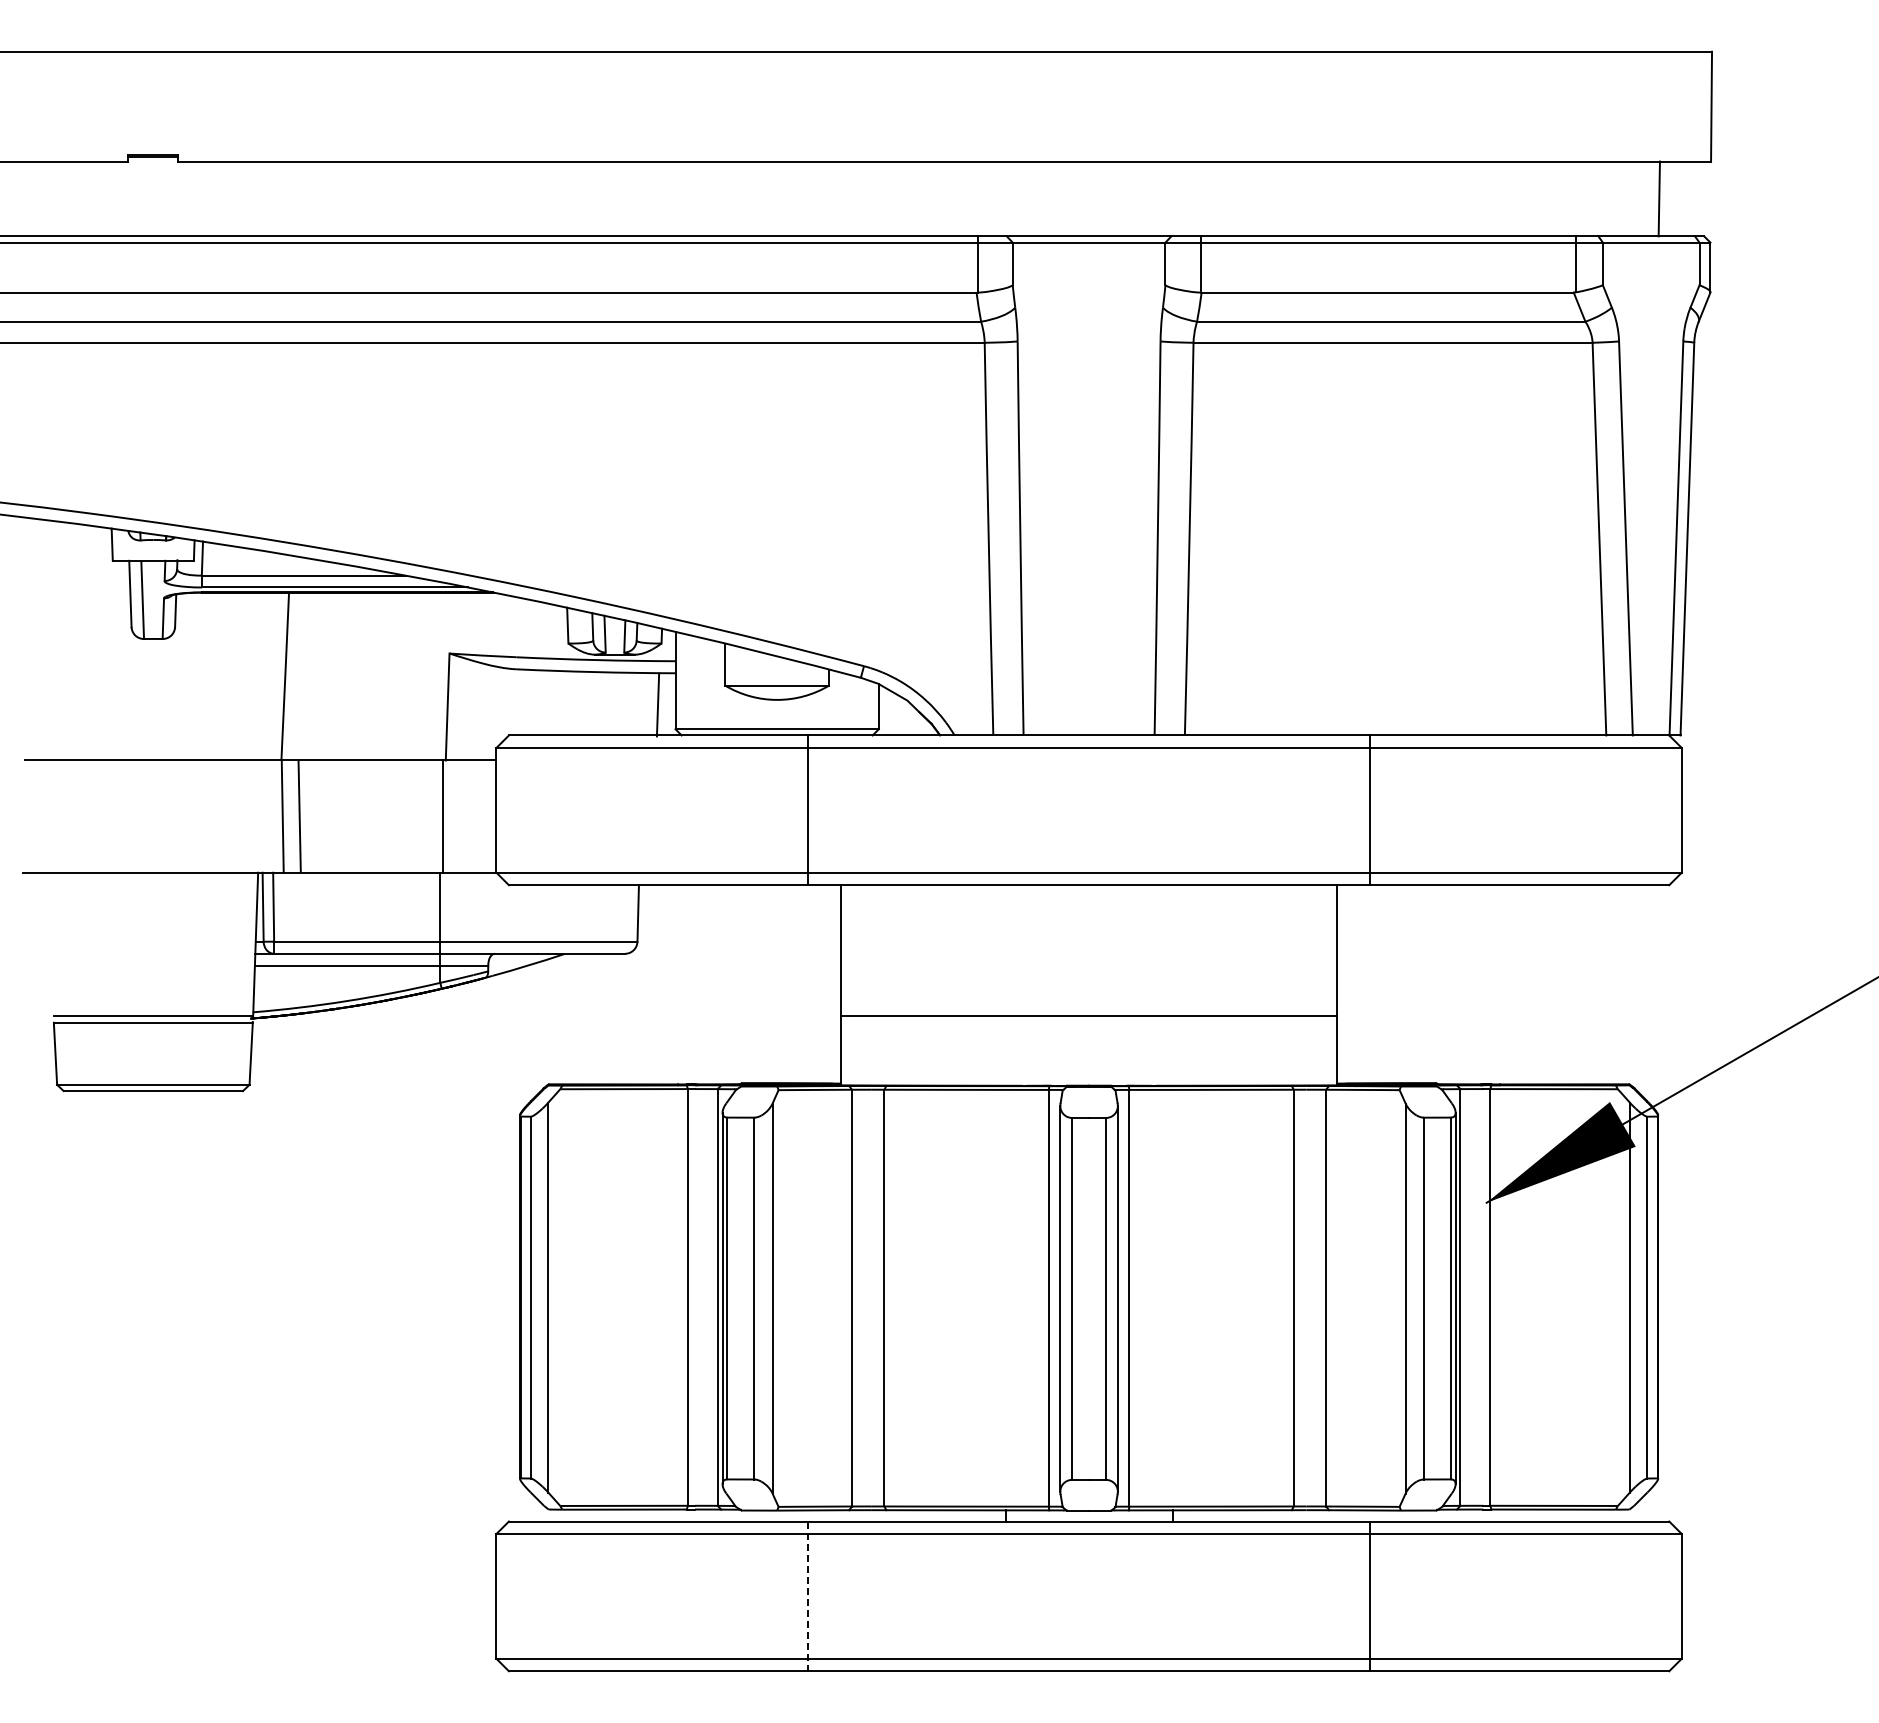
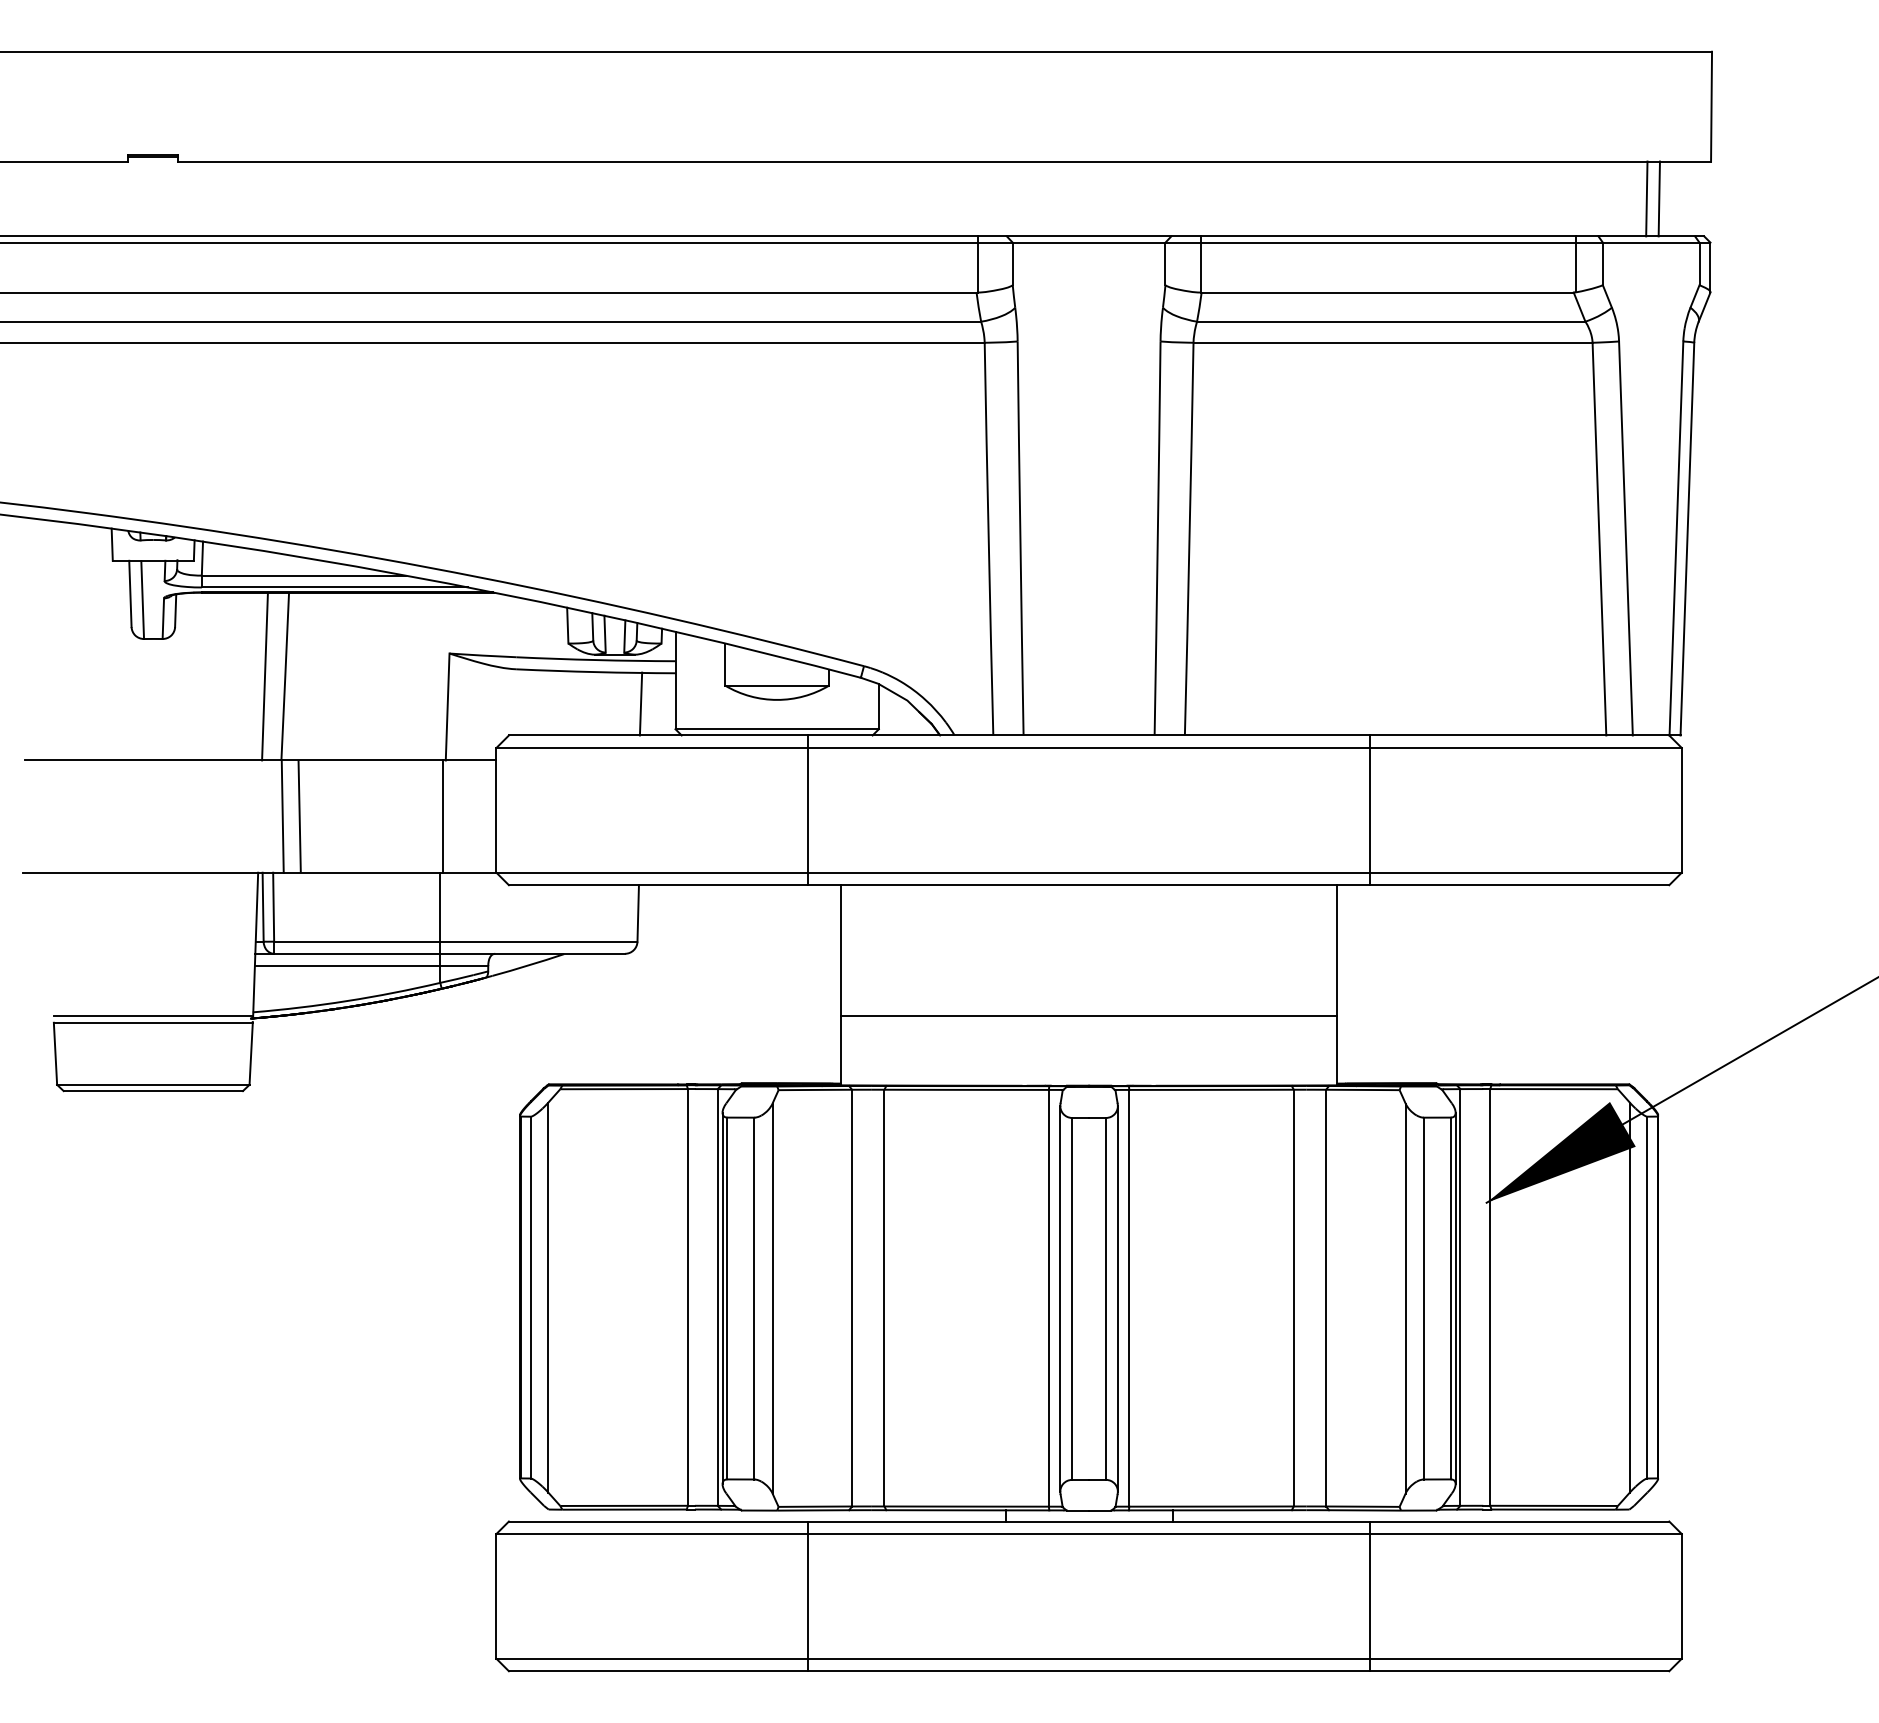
line at (1646, 198): none -> present
line at (264, 676): none -> present
line at (657, 704) position: (657, 704) -> (640, 703)
line at (808, 1596): dashed -> solid
